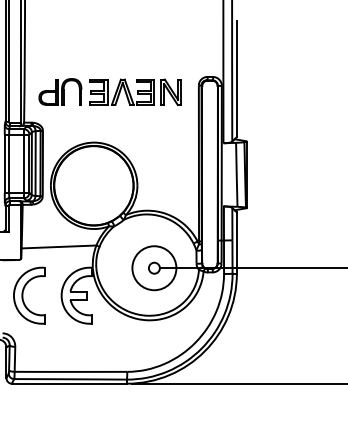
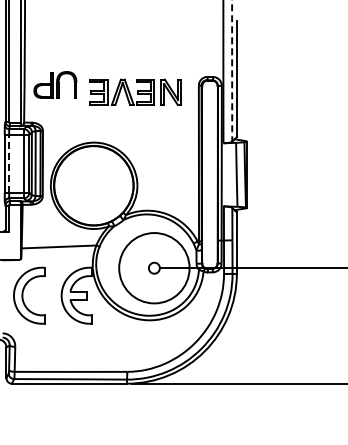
arc at (232, 70): solid -> dashed
part at (60, 91) position: (60, 91) -> (55, 84)
line at (9, 163): solid -> dashed
circle at (154, 268) diameter: 44 px -> 70 px
